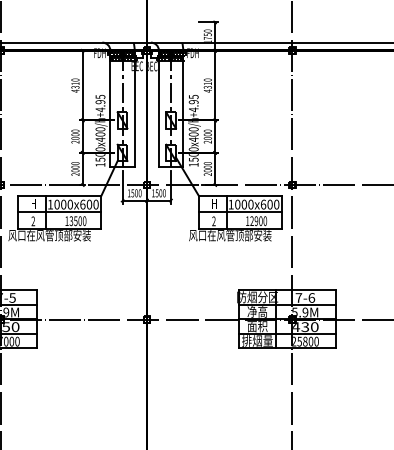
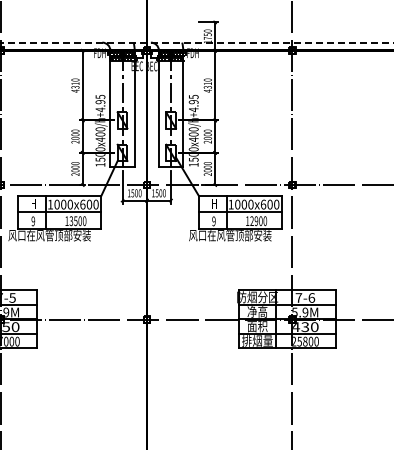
line at (197, 42): solid -> dashed
text at (33, 221): 2 -> 9
text at (213, 221): 2 -> 9
